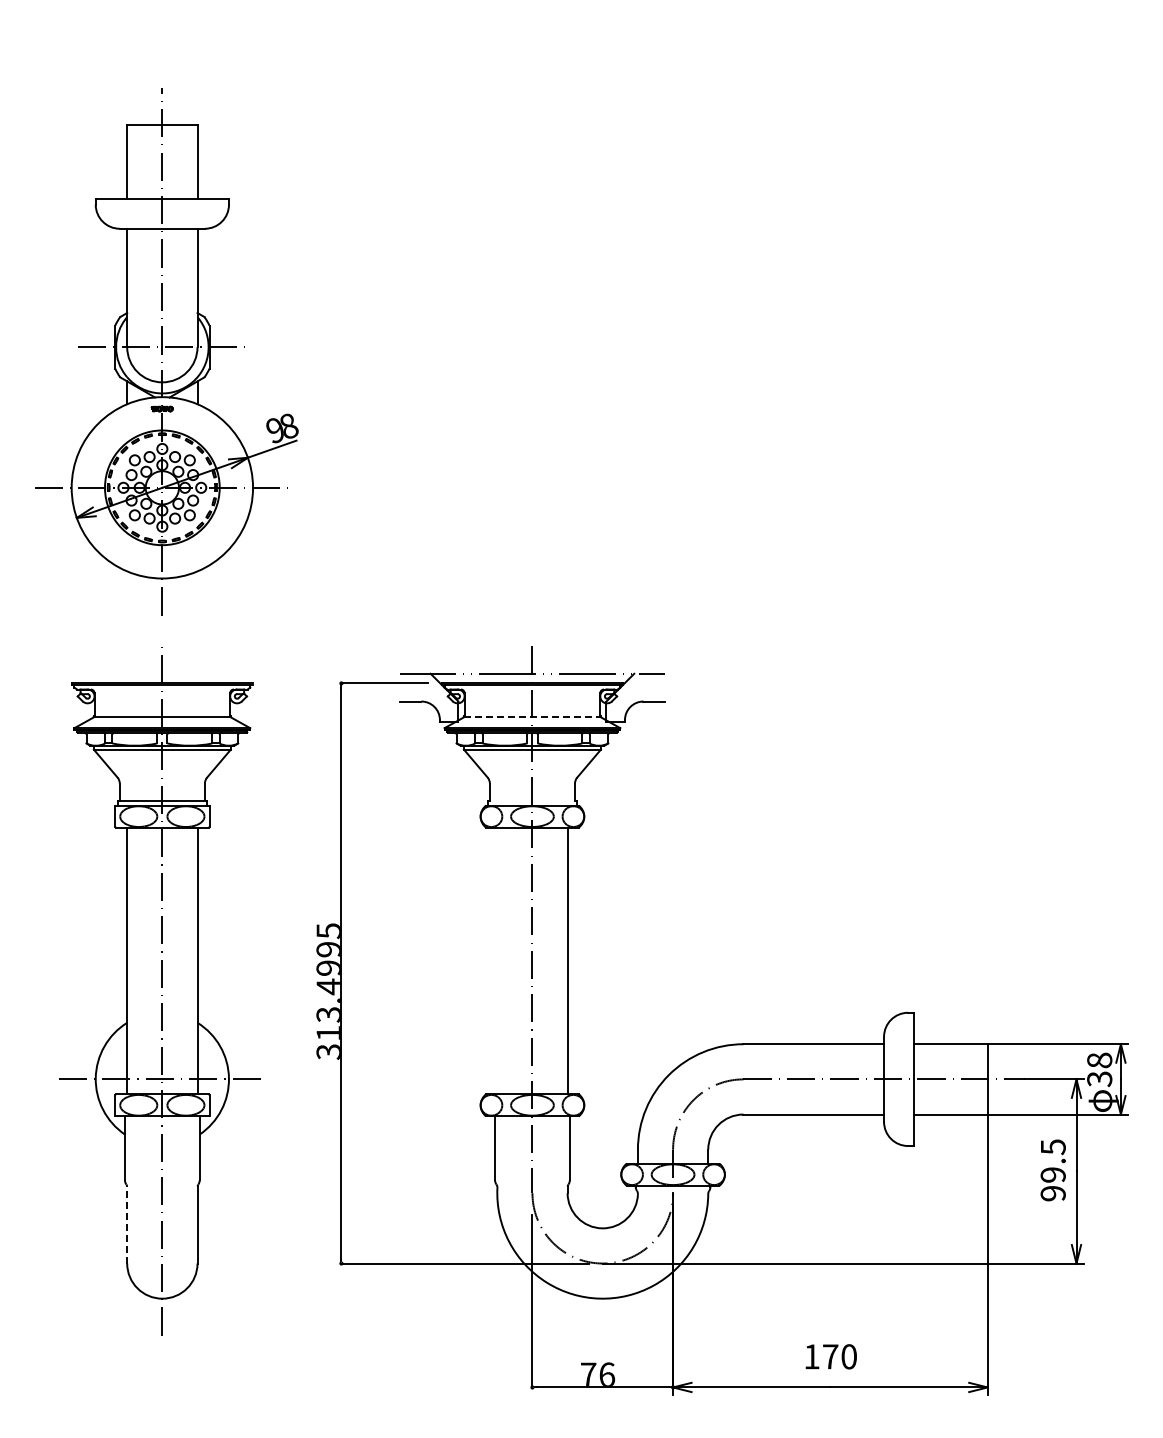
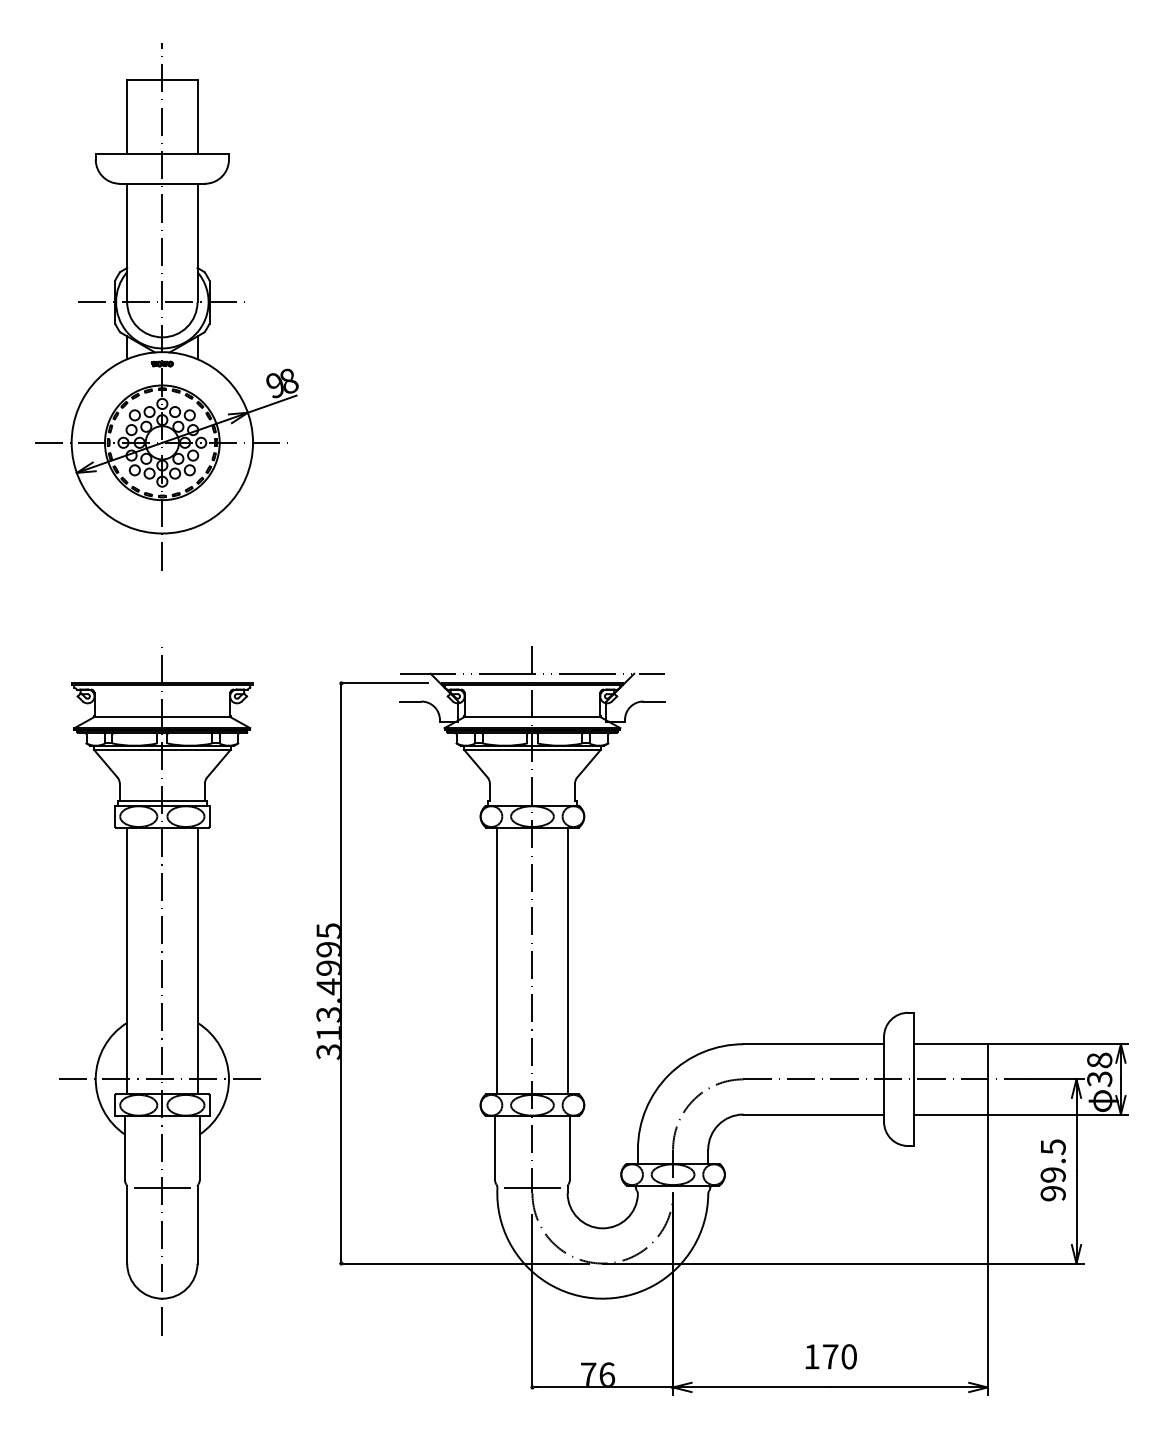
part at (166, 351) position: (166, 351) -> (166, 306)
line at (532, 717): dashed -> solid
line at (497, 960): none -> present
line at (162, 1187): none -> present
line at (532, 1187): none -> present
line at (127, 1225): dashed -> solid
